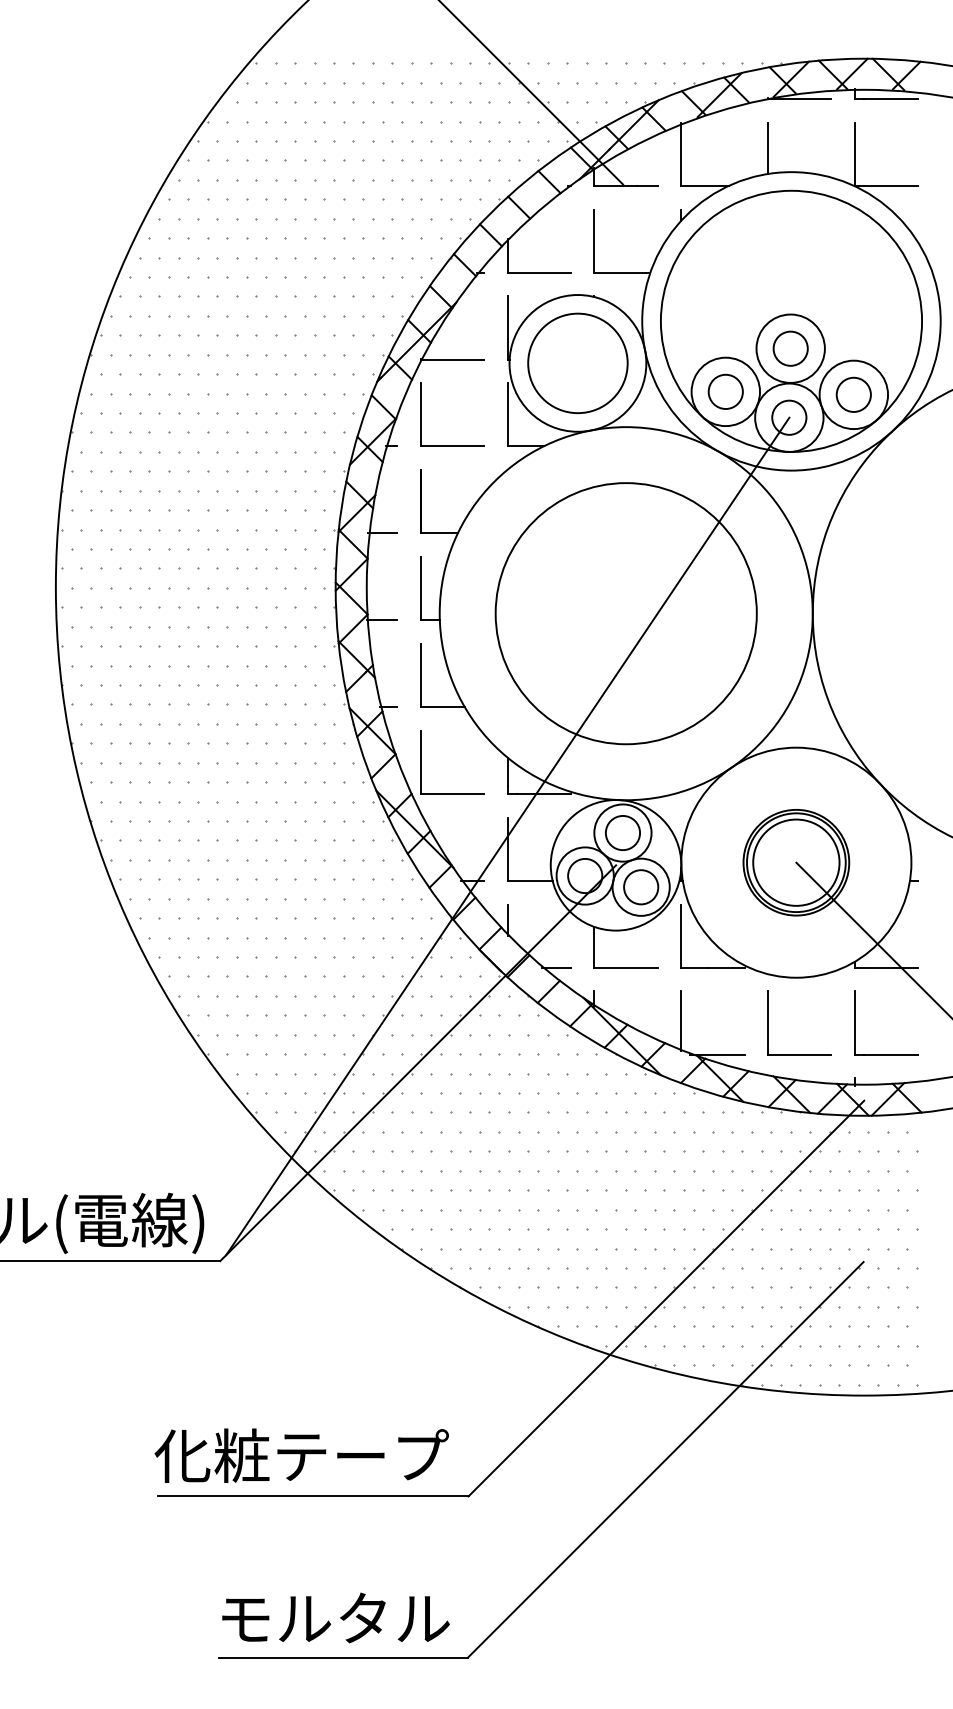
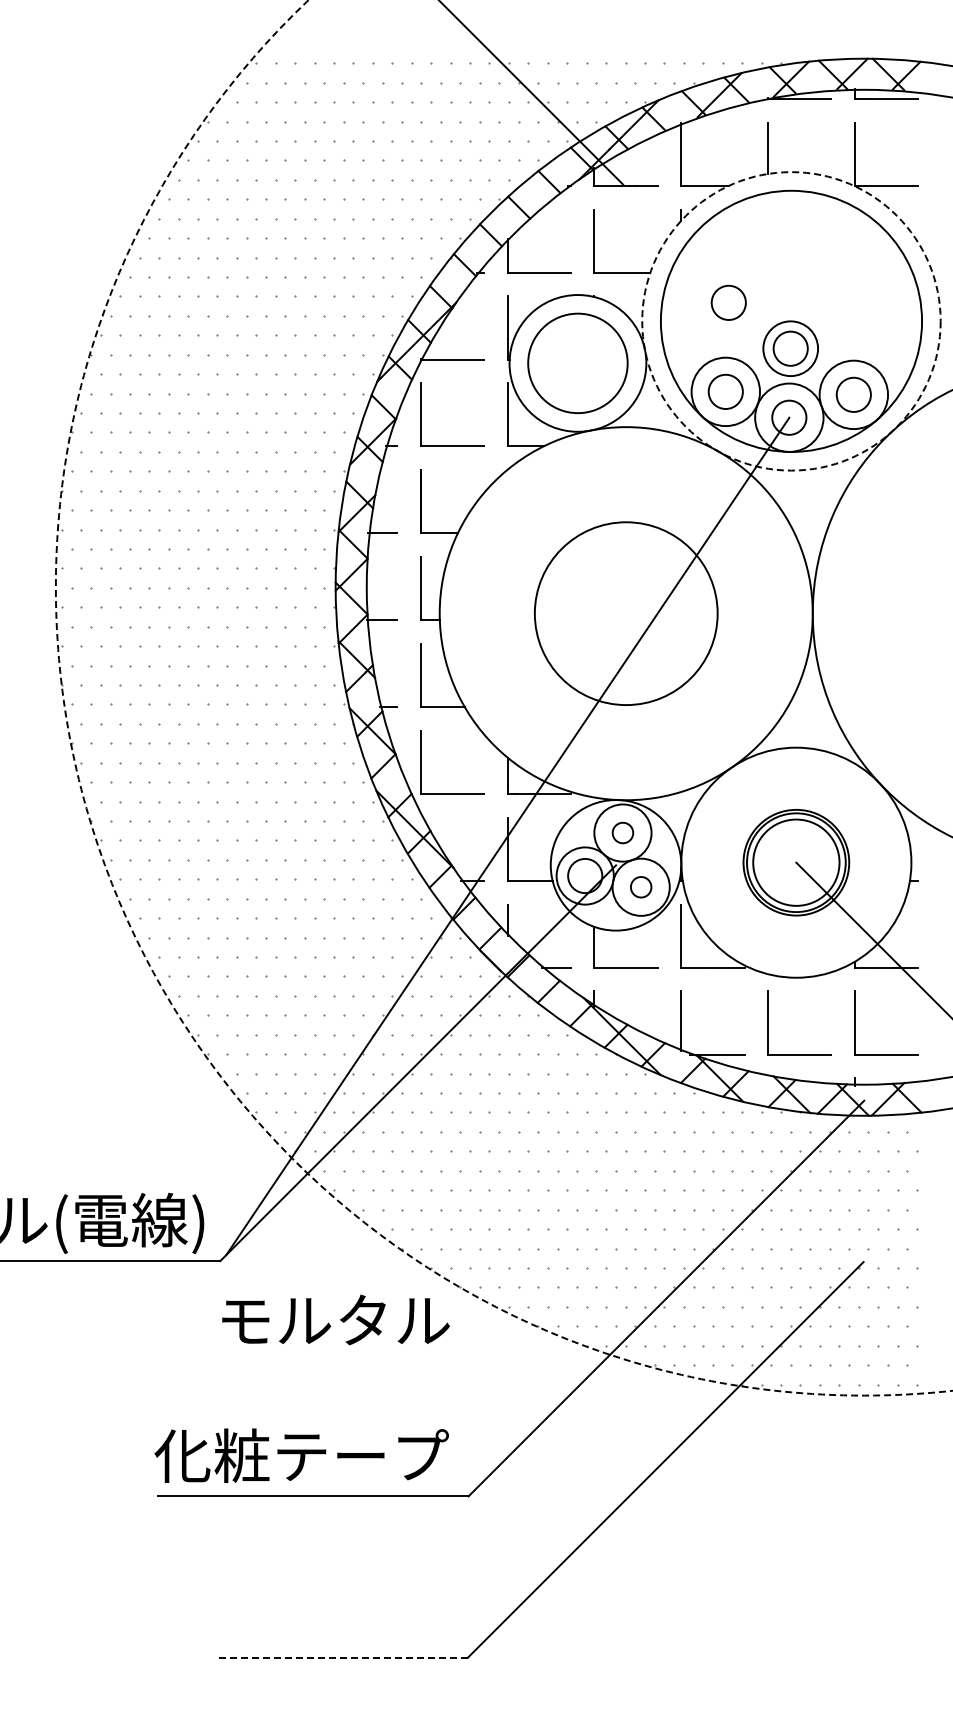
circle at (728, 302): none -> present
circle at (791, 321): solid -> dashed
circle at (790, 348) diameter: 68 px -> 55 px
circle at (625, 613) diameter: 261 px -> 183 px
circle at (503, 697): solid -> dashed
circle at (622, 832) size: 36x36 px -> 24x24 px
circle at (641, 887) diameter: 34 px -> 21 px
text at (335, 1617) position: (335, 1617) -> (335, 1319)
line at (343, 1657): solid -> dashed
